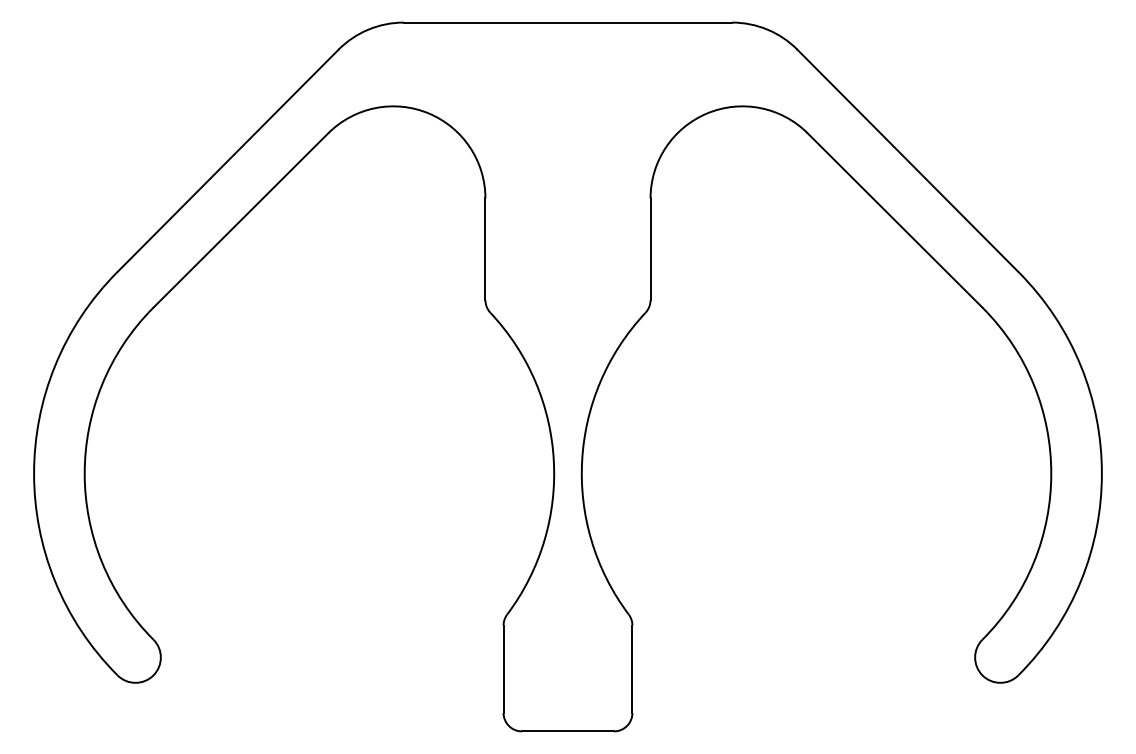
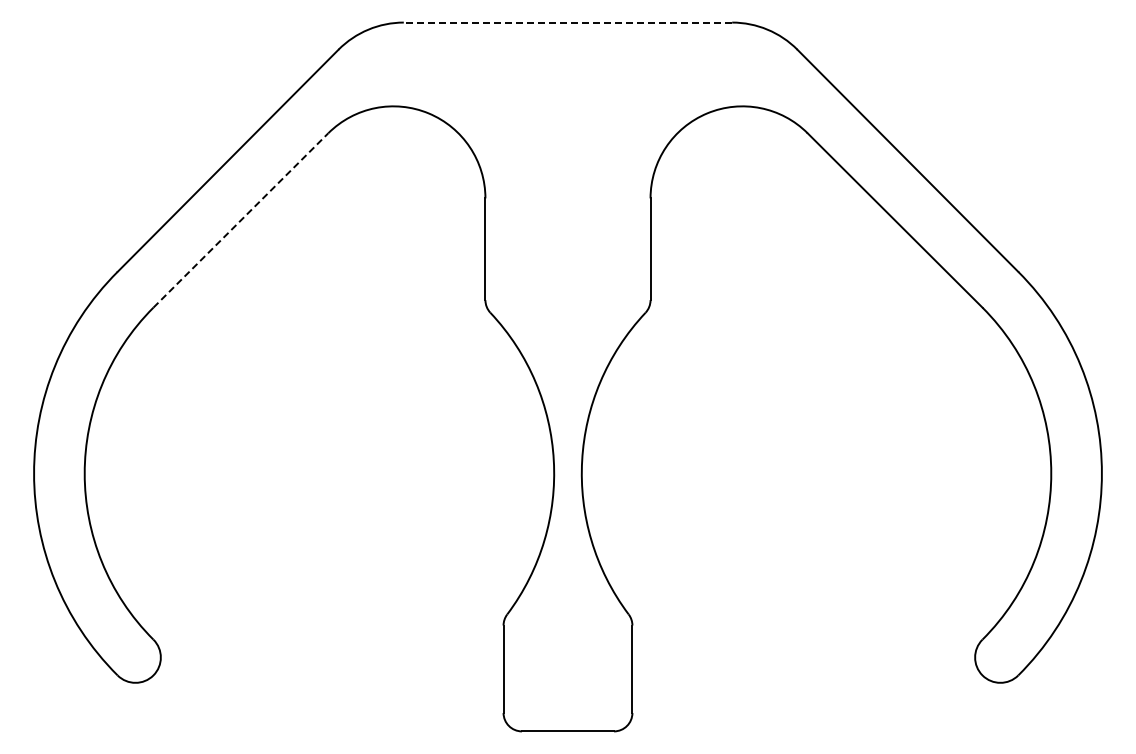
line at (567, 22): solid -> dashed
line at (240, 220): solid -> dashed
